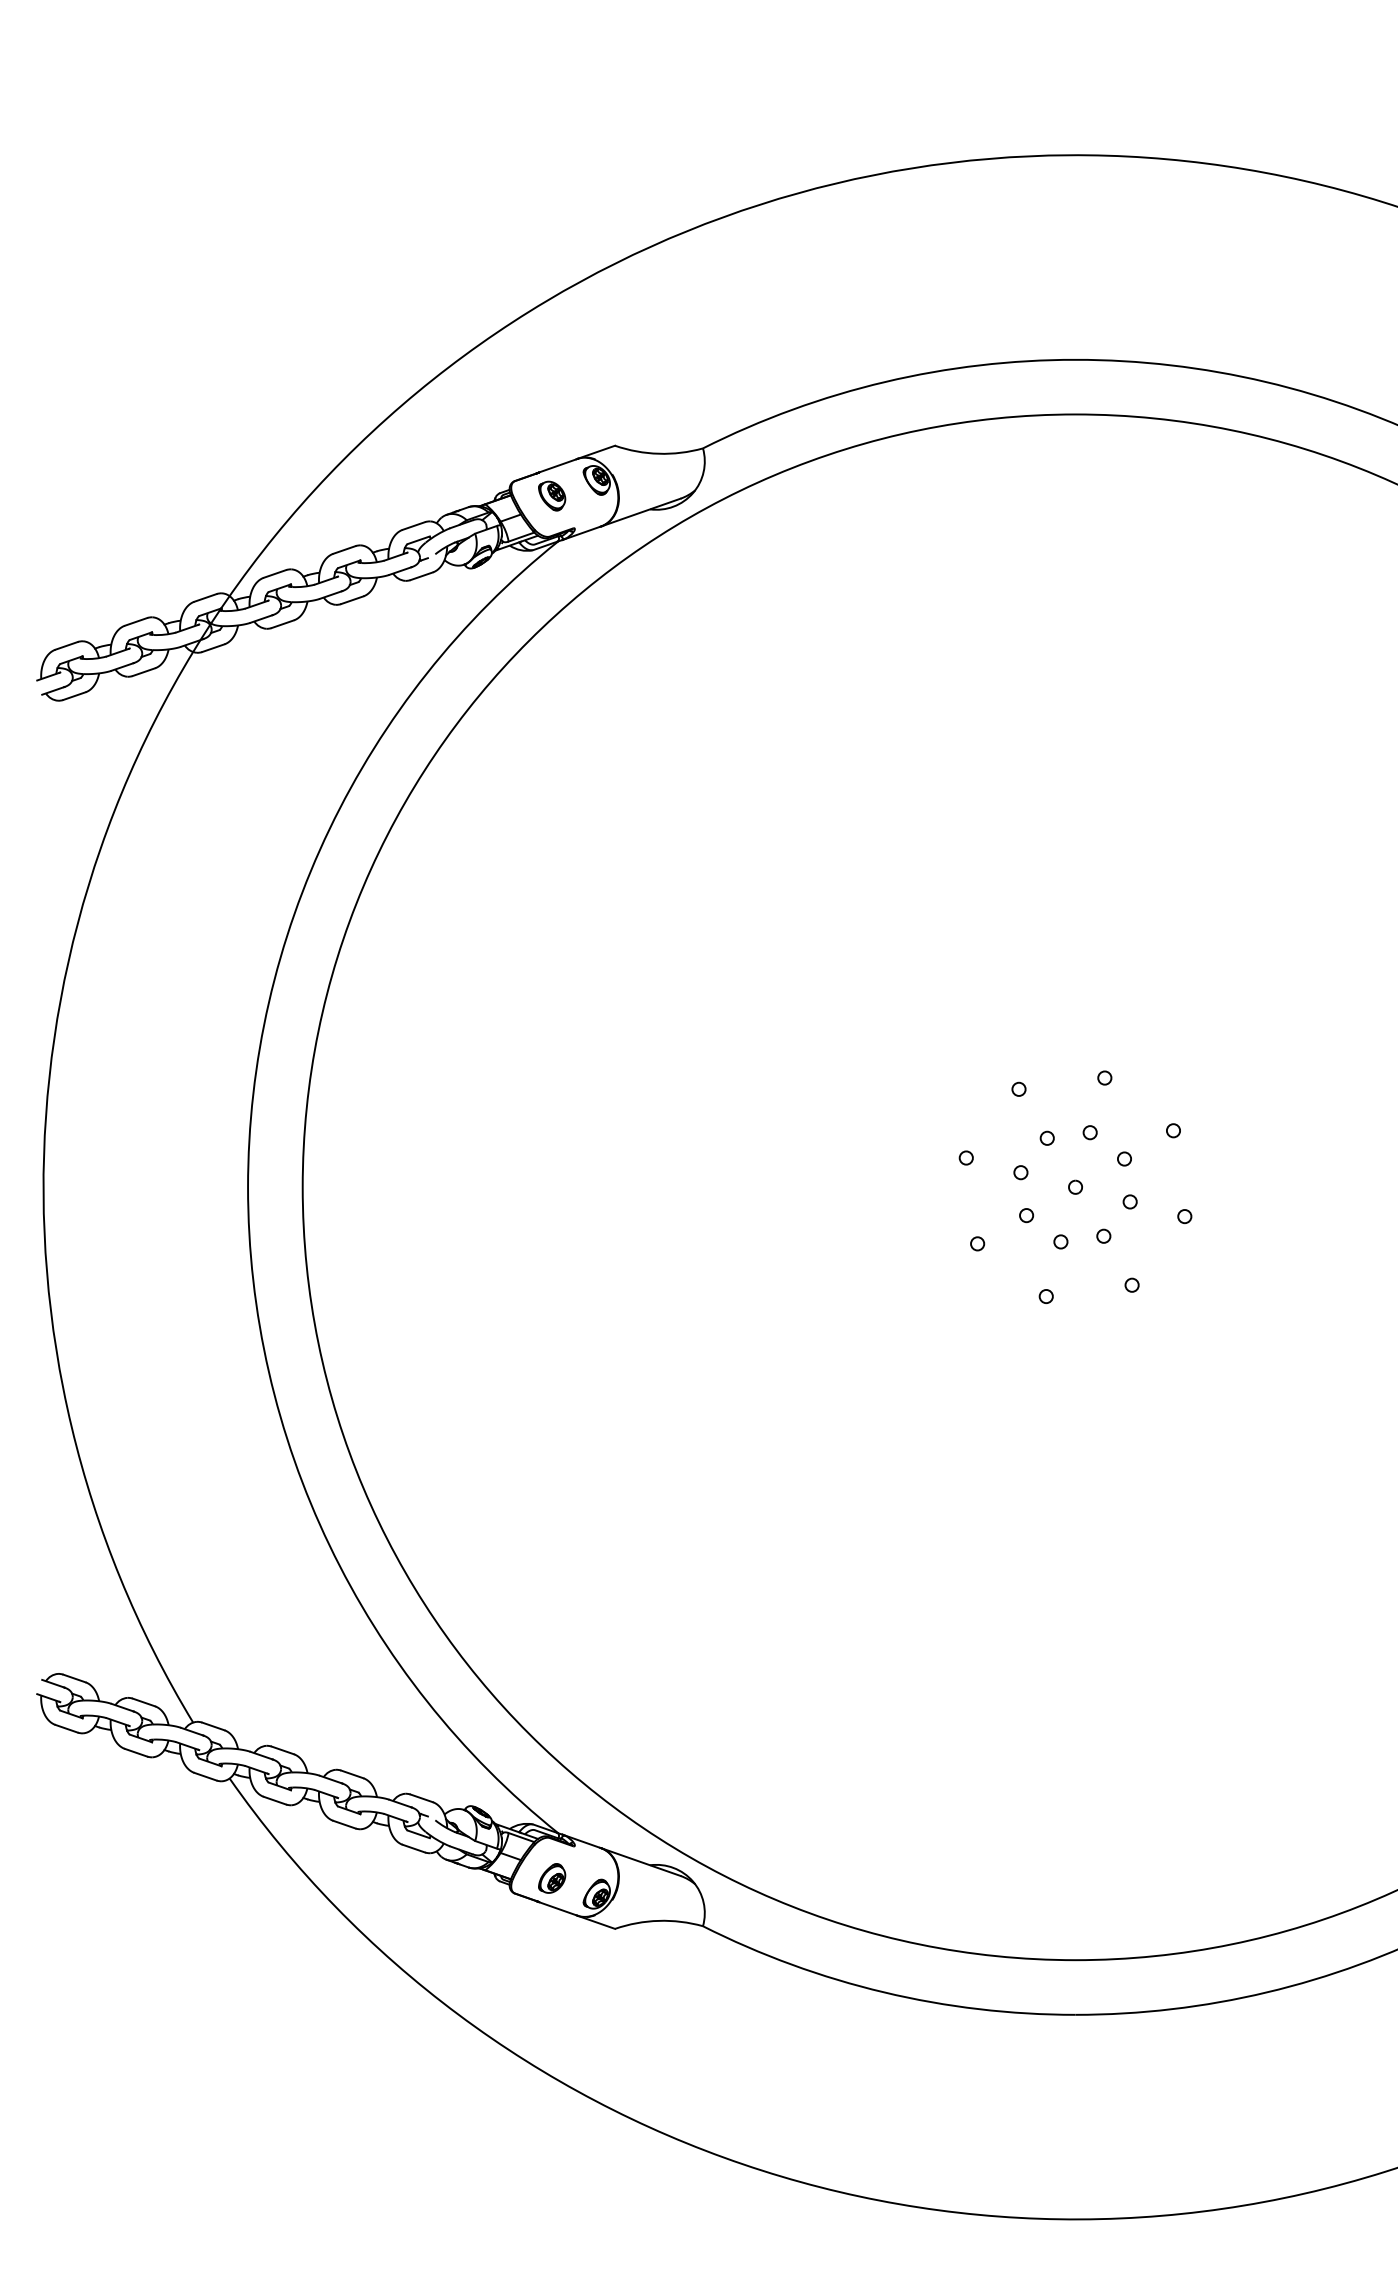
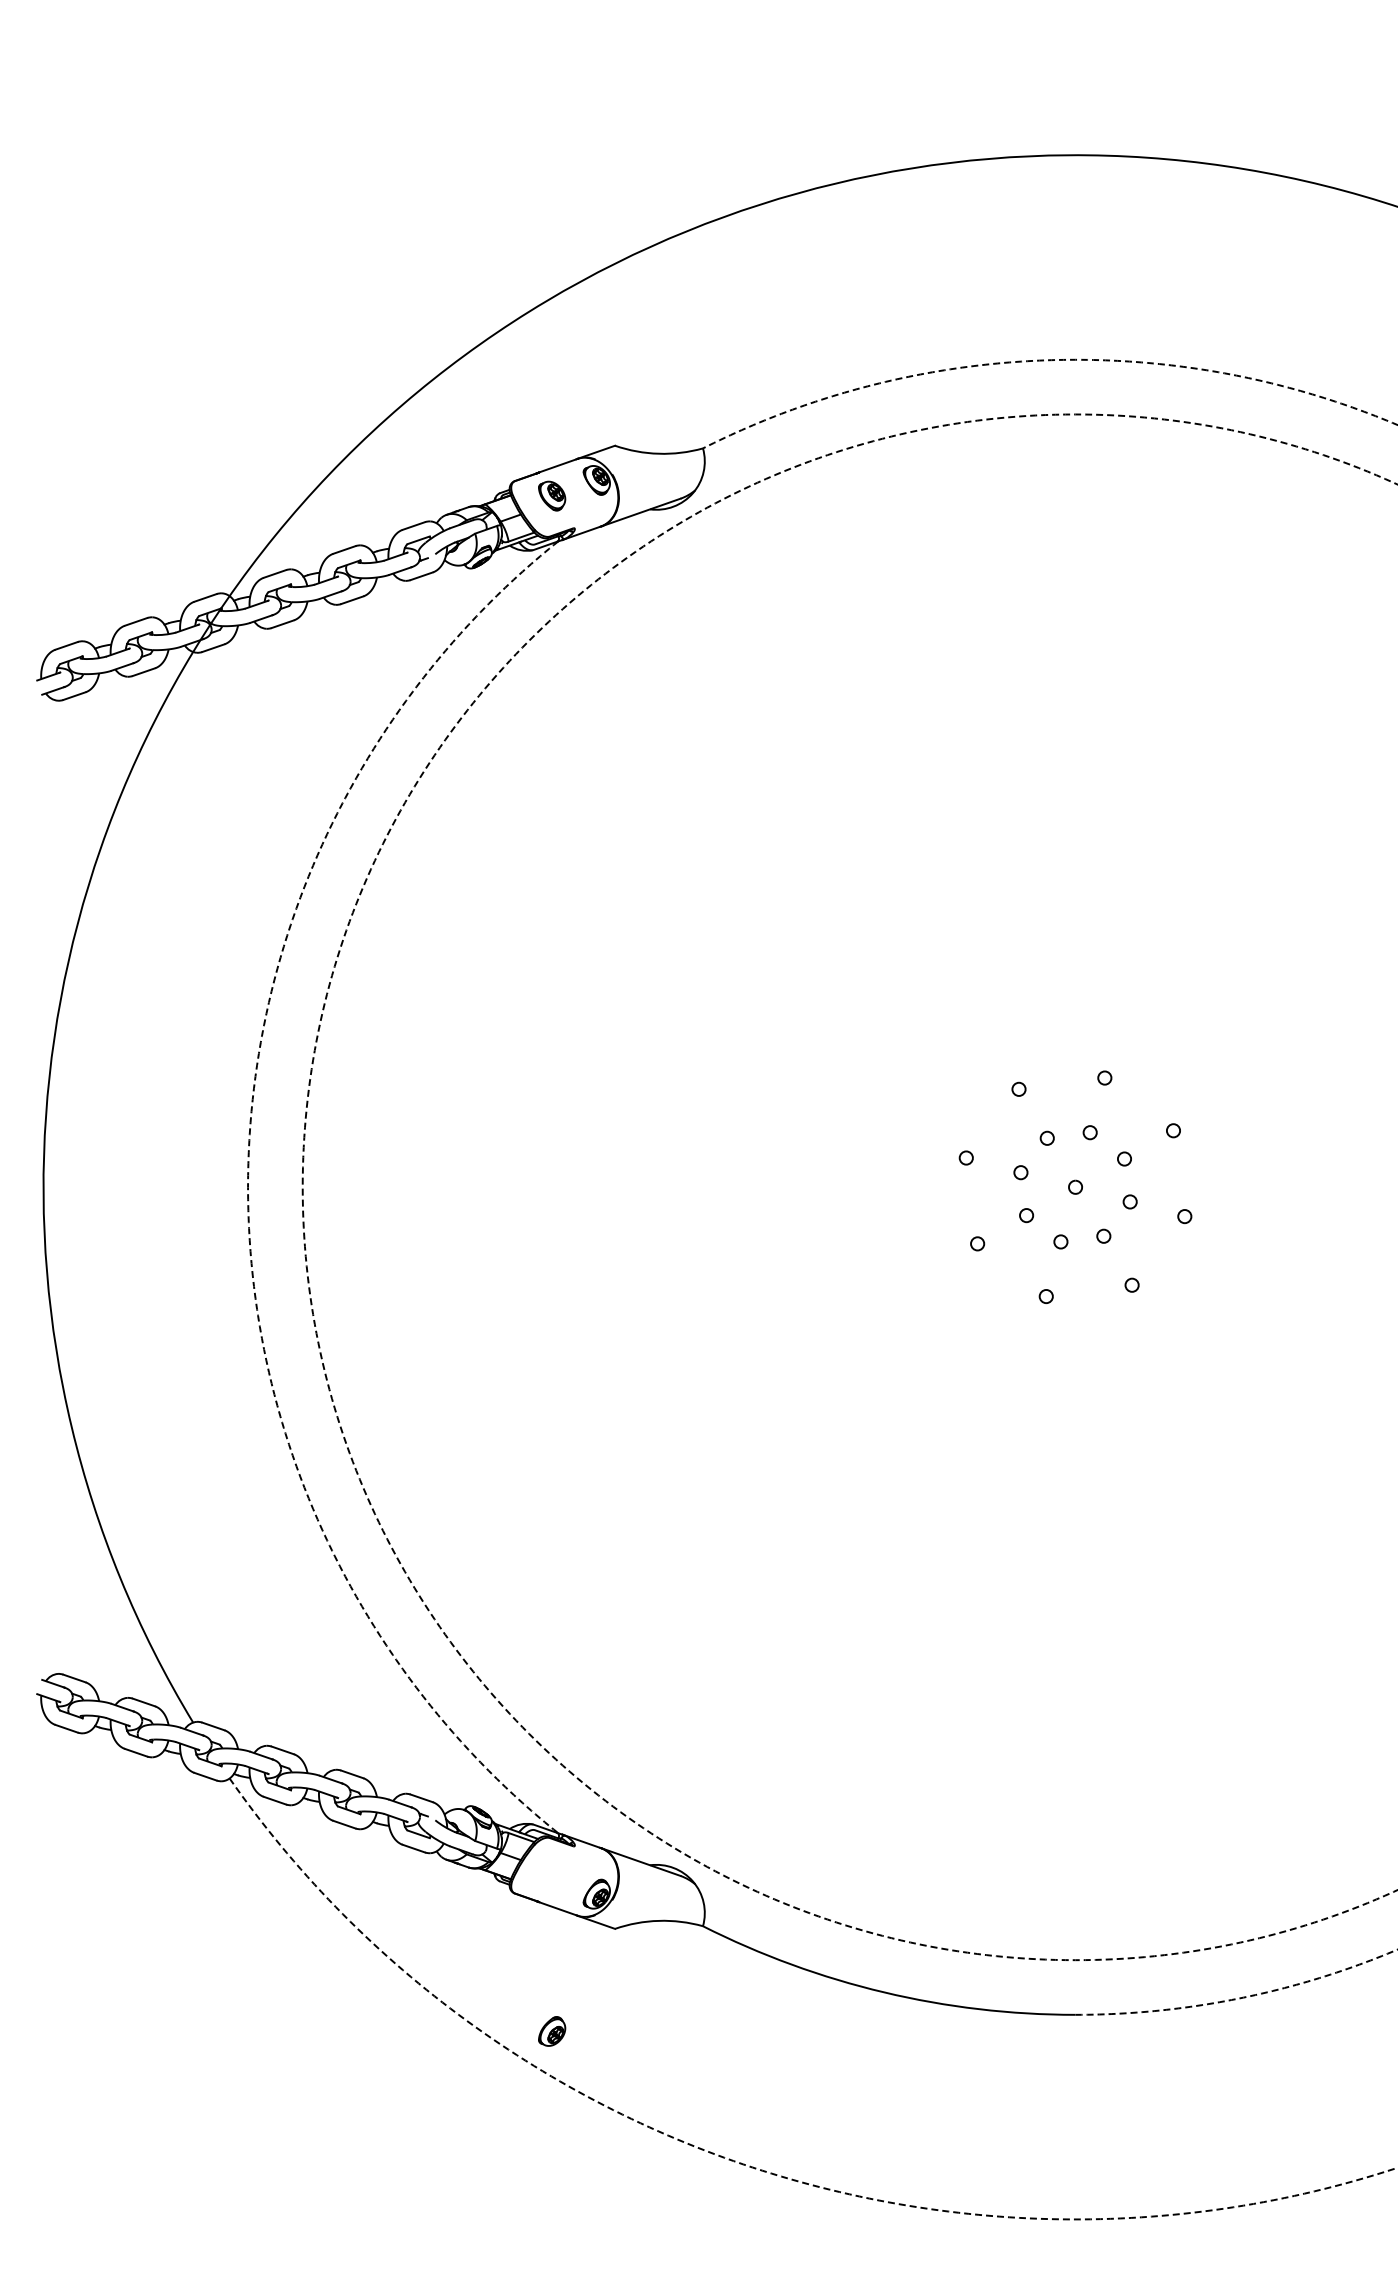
arc at (1047, 360): solid -> dashed
arc at (248, 1187): solid -> dashed
circle at (849, 1187): solid -> dashed
part at (552, 1878) position: (552, 1878) -> (552, 2031)
arc at (1240, 1998): solid -> dashed
arc at (749, 2166): solid -> dashed
